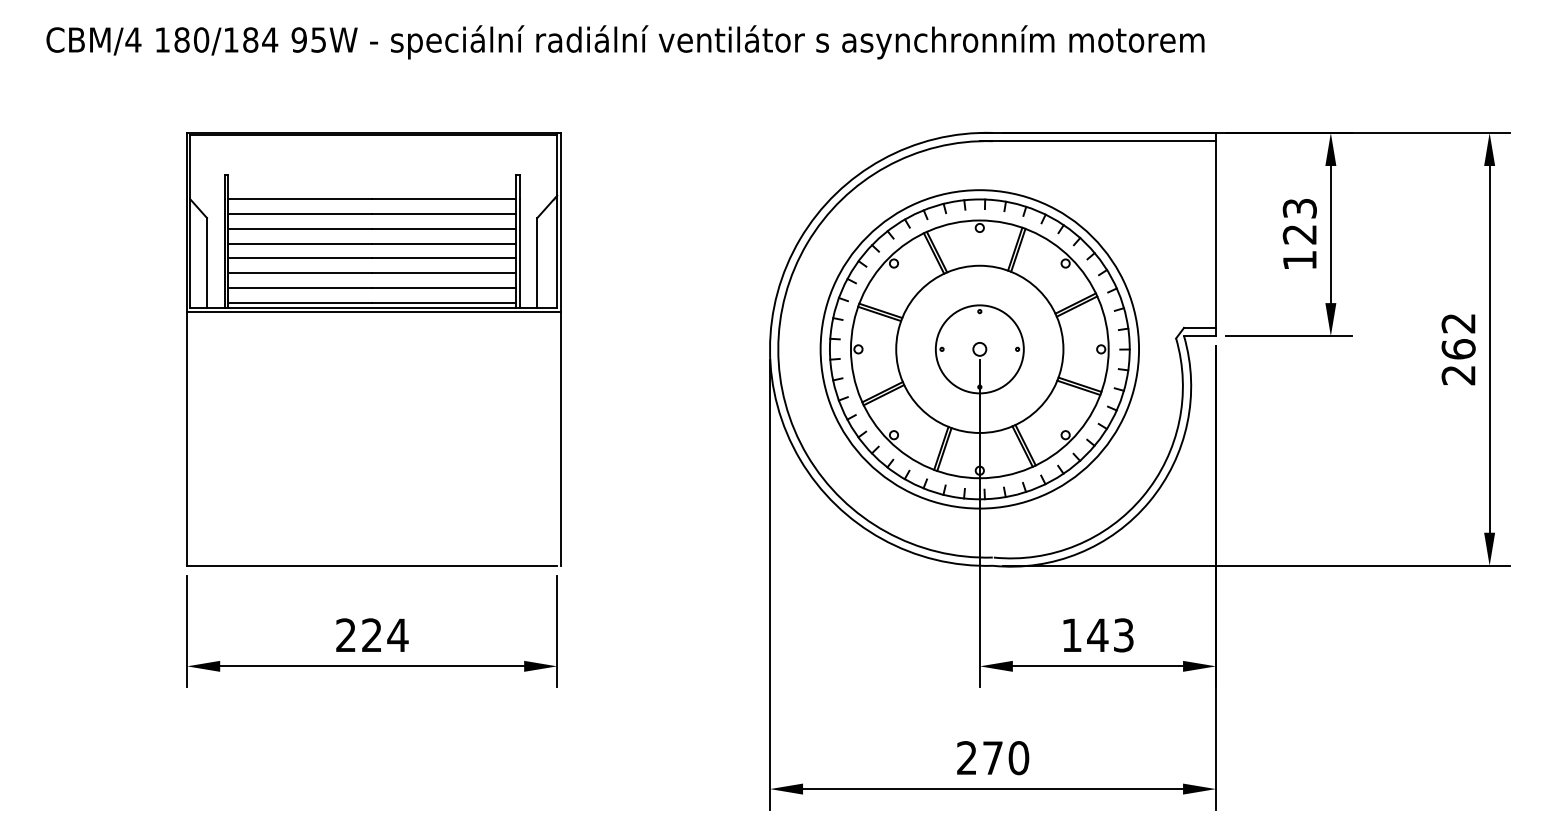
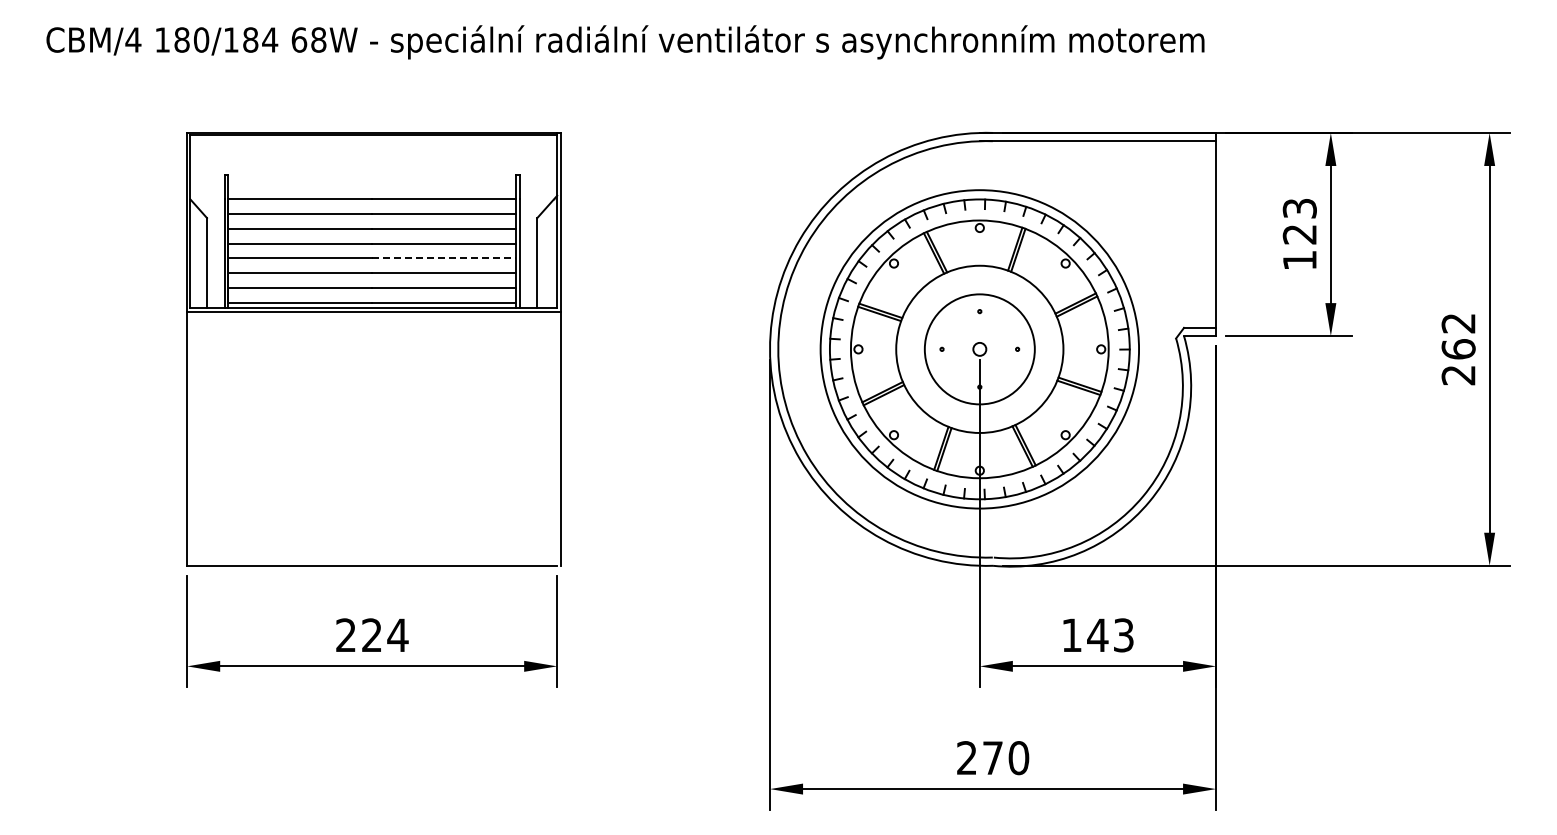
text at (308, 39): 95W -> 68W
line at (444, 258): solid -> dashed
circle at (979, 349) diameter: 88 px -> 110 px
